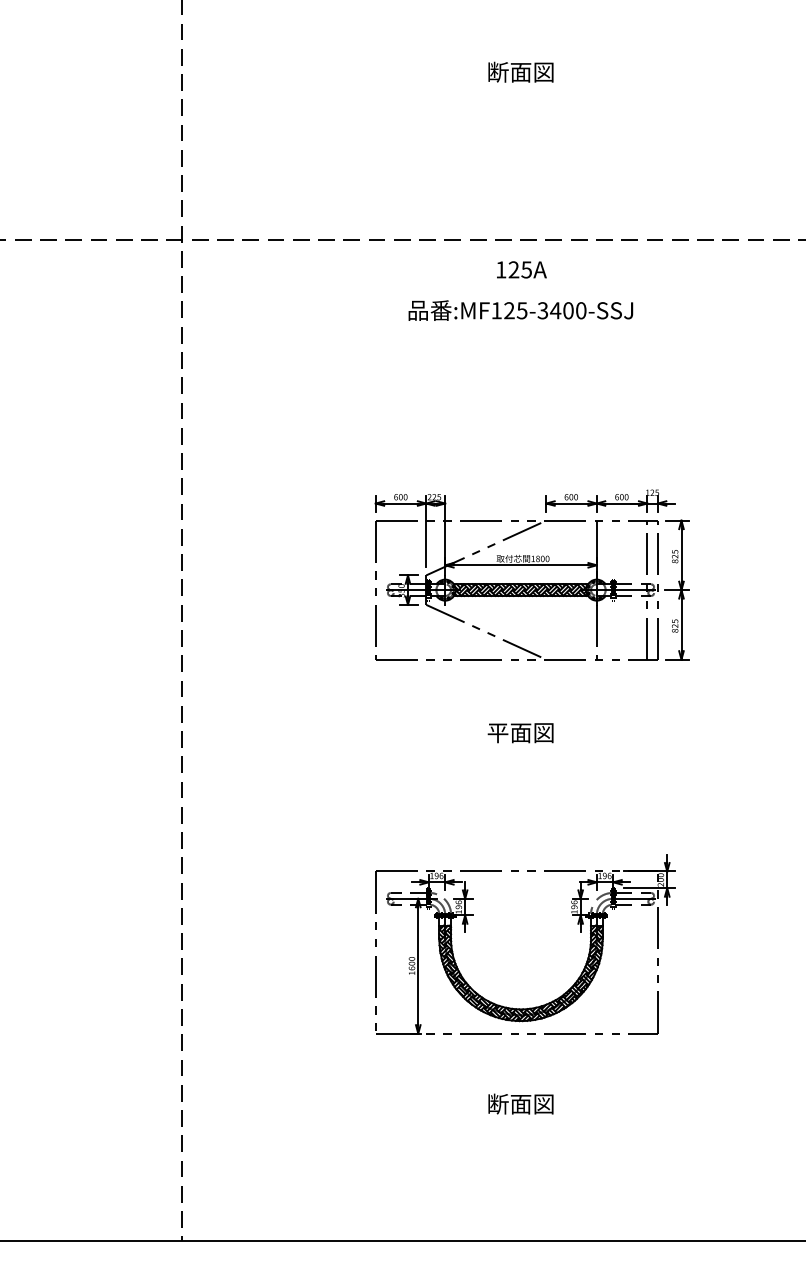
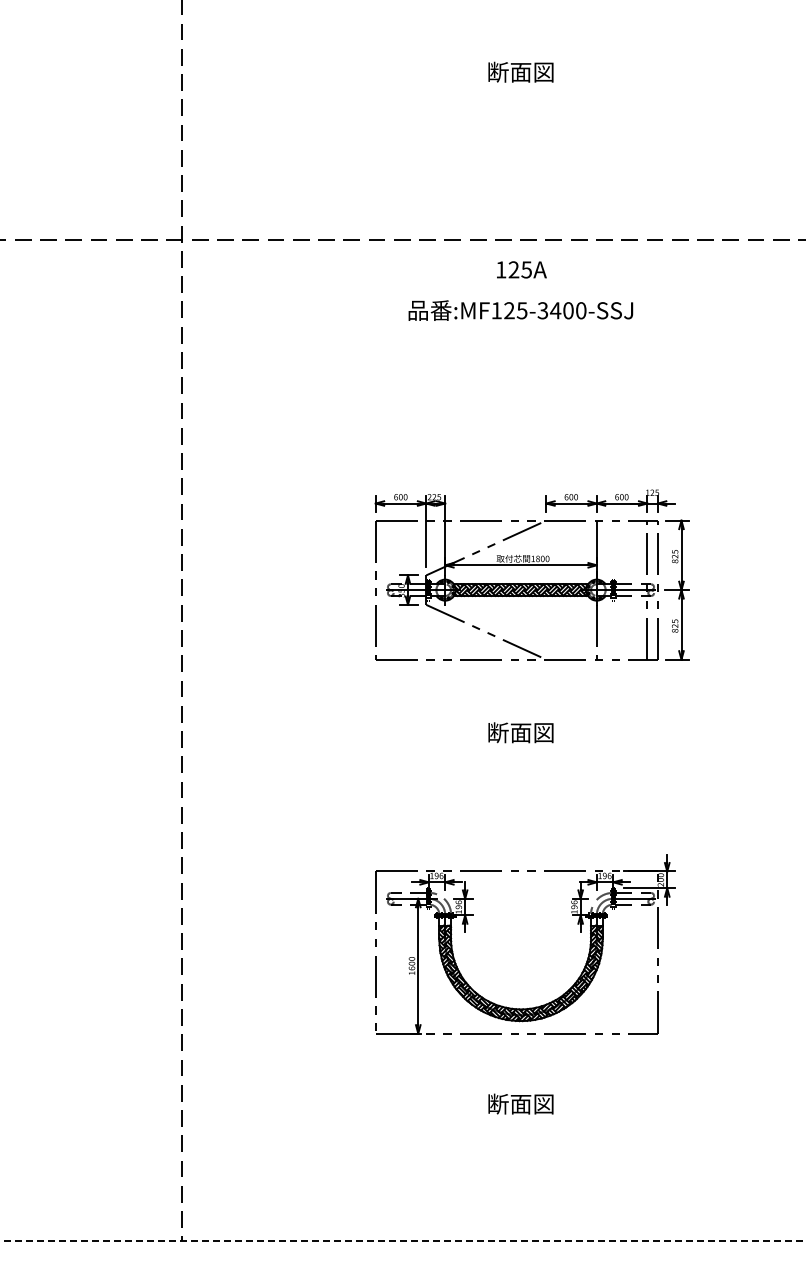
text at (497, 732): 平面図 -> 断面図
line at (403, 1240): solid -> dashed
